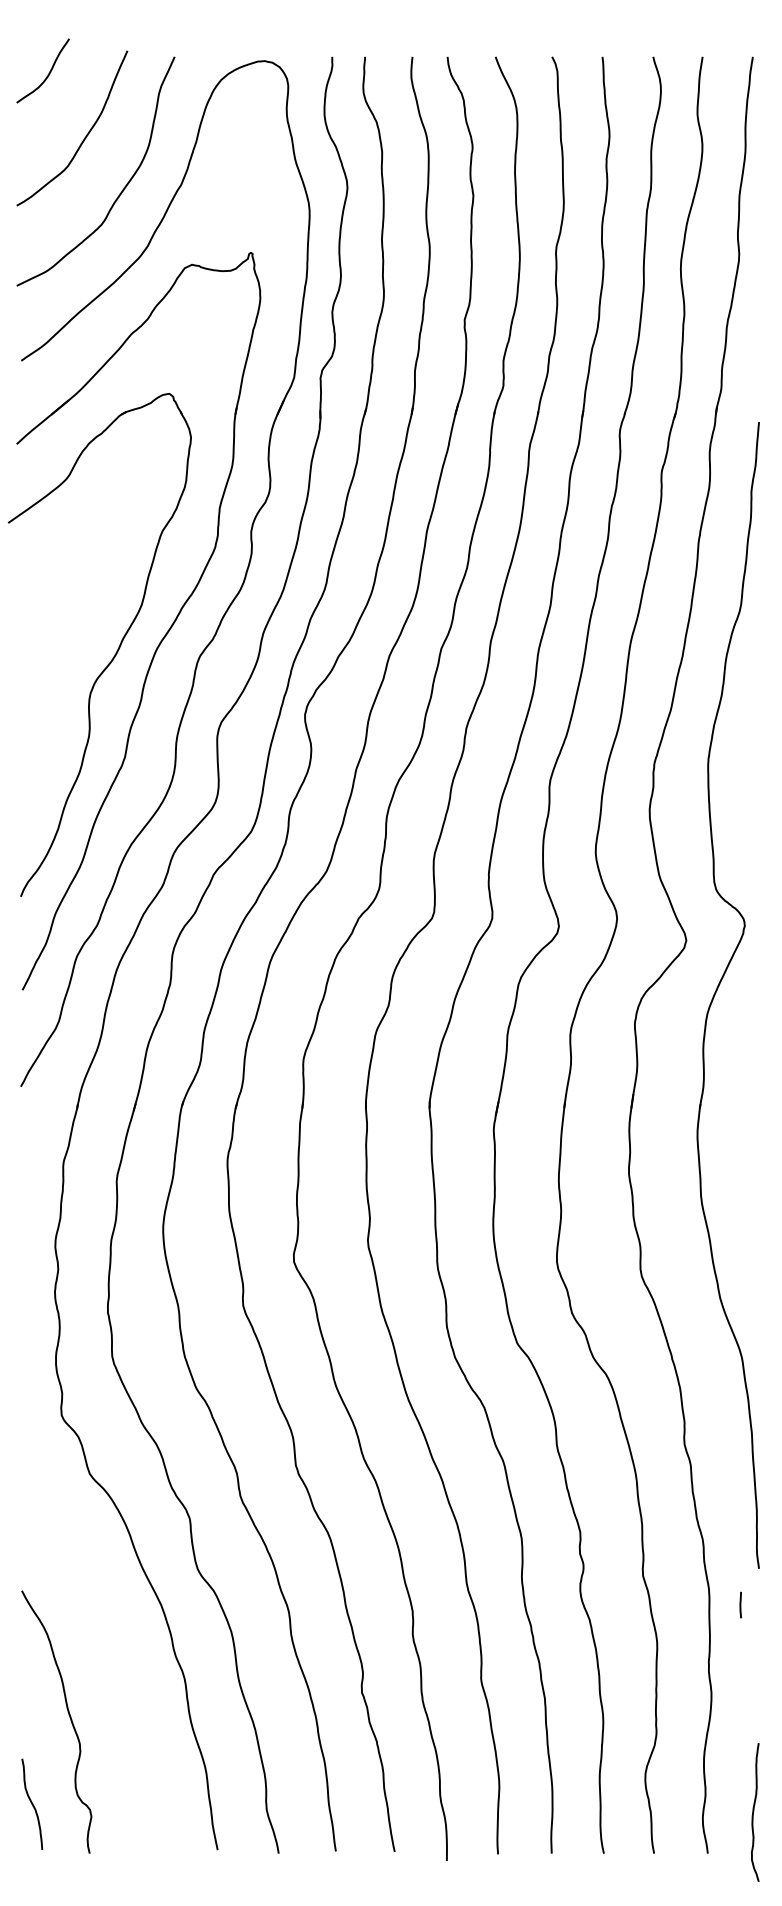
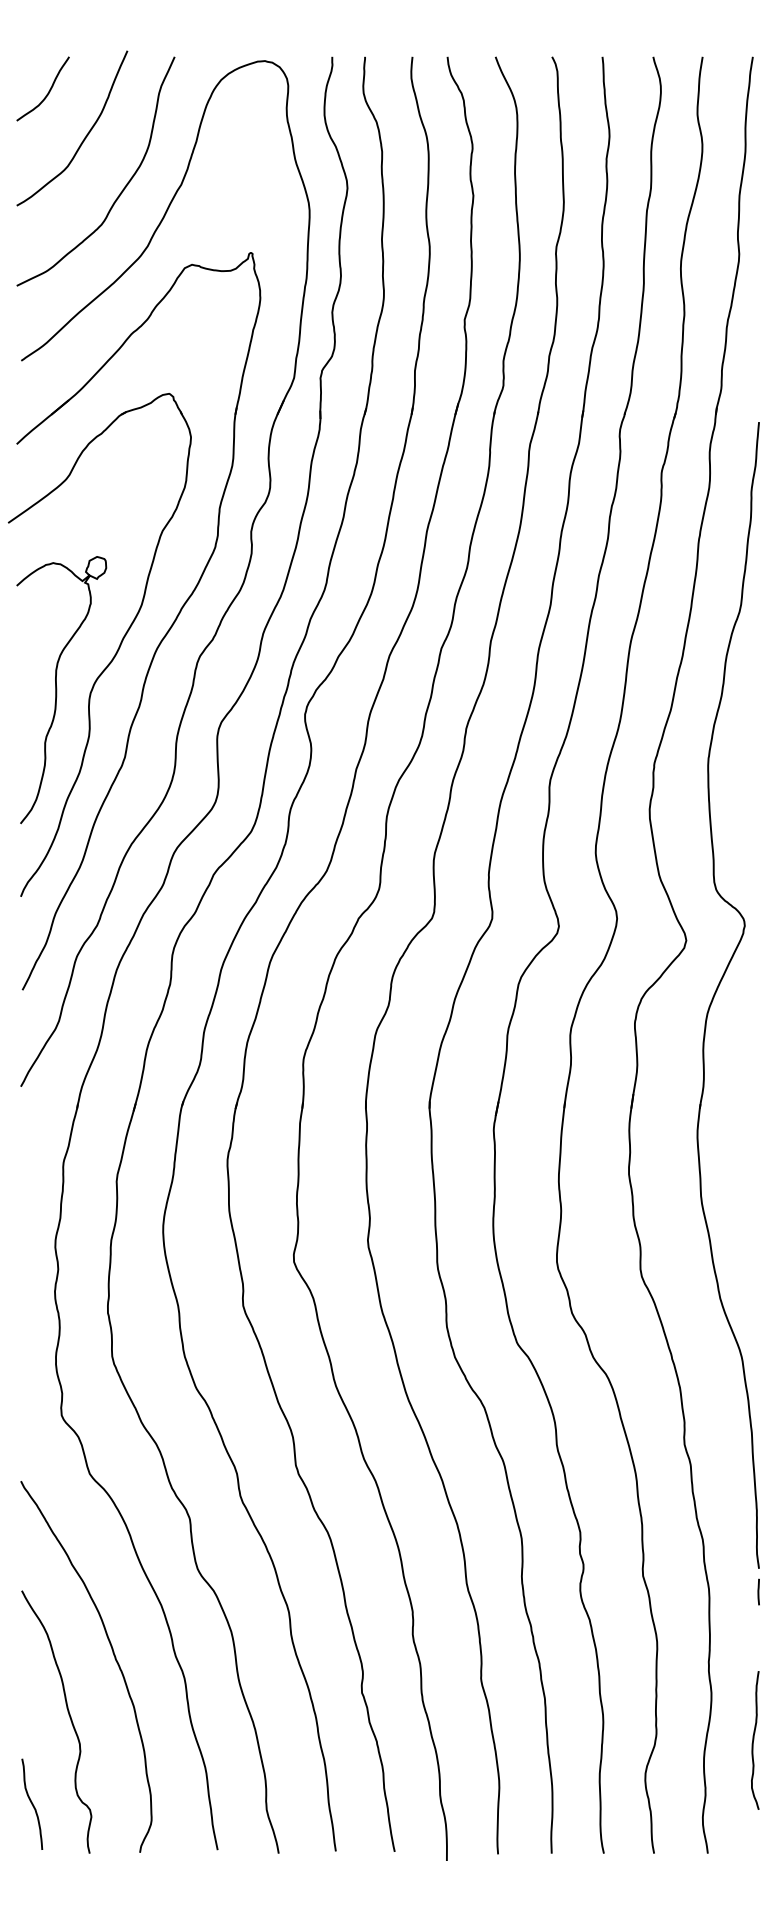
curve at (48, 73) position: (48, 73) -> (48, 91)
curve at (57, 690): none -> present
line at (740, 1604) position: (740, 1604) -> (758, 1591)
curve at (112, 1653): none -> present
curve at (754, 1812) position: (754, 1812) -> (754, 1740)
